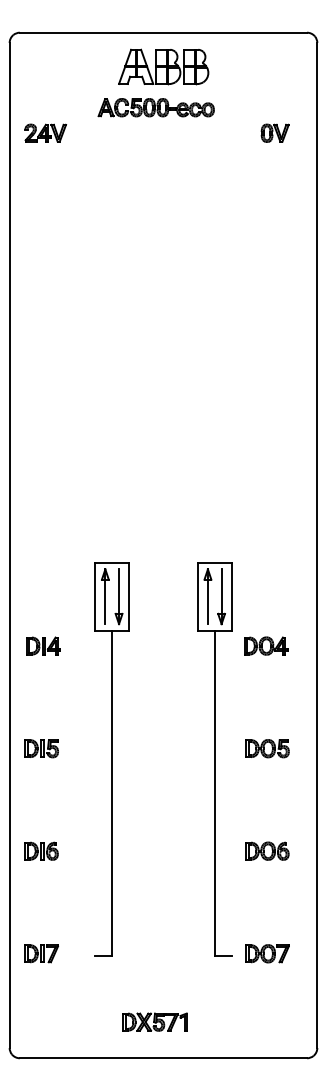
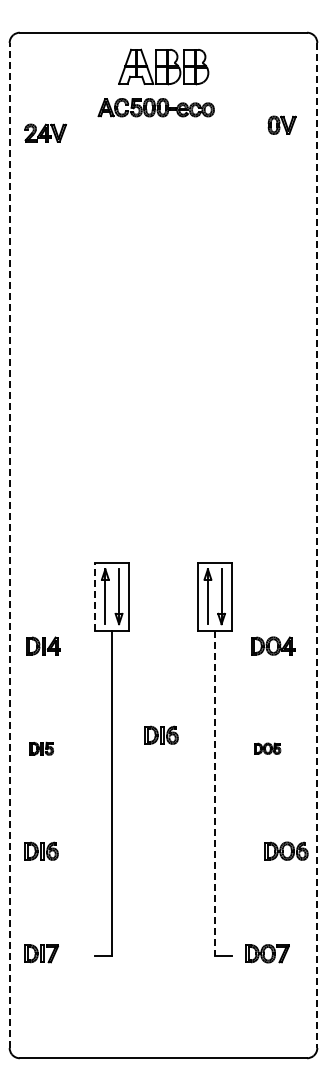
part at (274, 132) position: (274, 132) -> (281, 124)
line at (9, 545): solid -> dashed
line at (317, 545): solid -> dashed
line at (95, 596): solid -> dashed
part at (266, 645) position: (266, 645) -> (273, 645)
part at (161, 734): none -> present
part at (41, 748) size: 35x20 px -> 25x15 px
part at (267, 748) size: 45x20 px -> 28x13 px
line at (214, 793): solid -> dashed
part at (267, 850) position: (267, 850) -> (286, 850)
part at (154, 1021): present -> none
